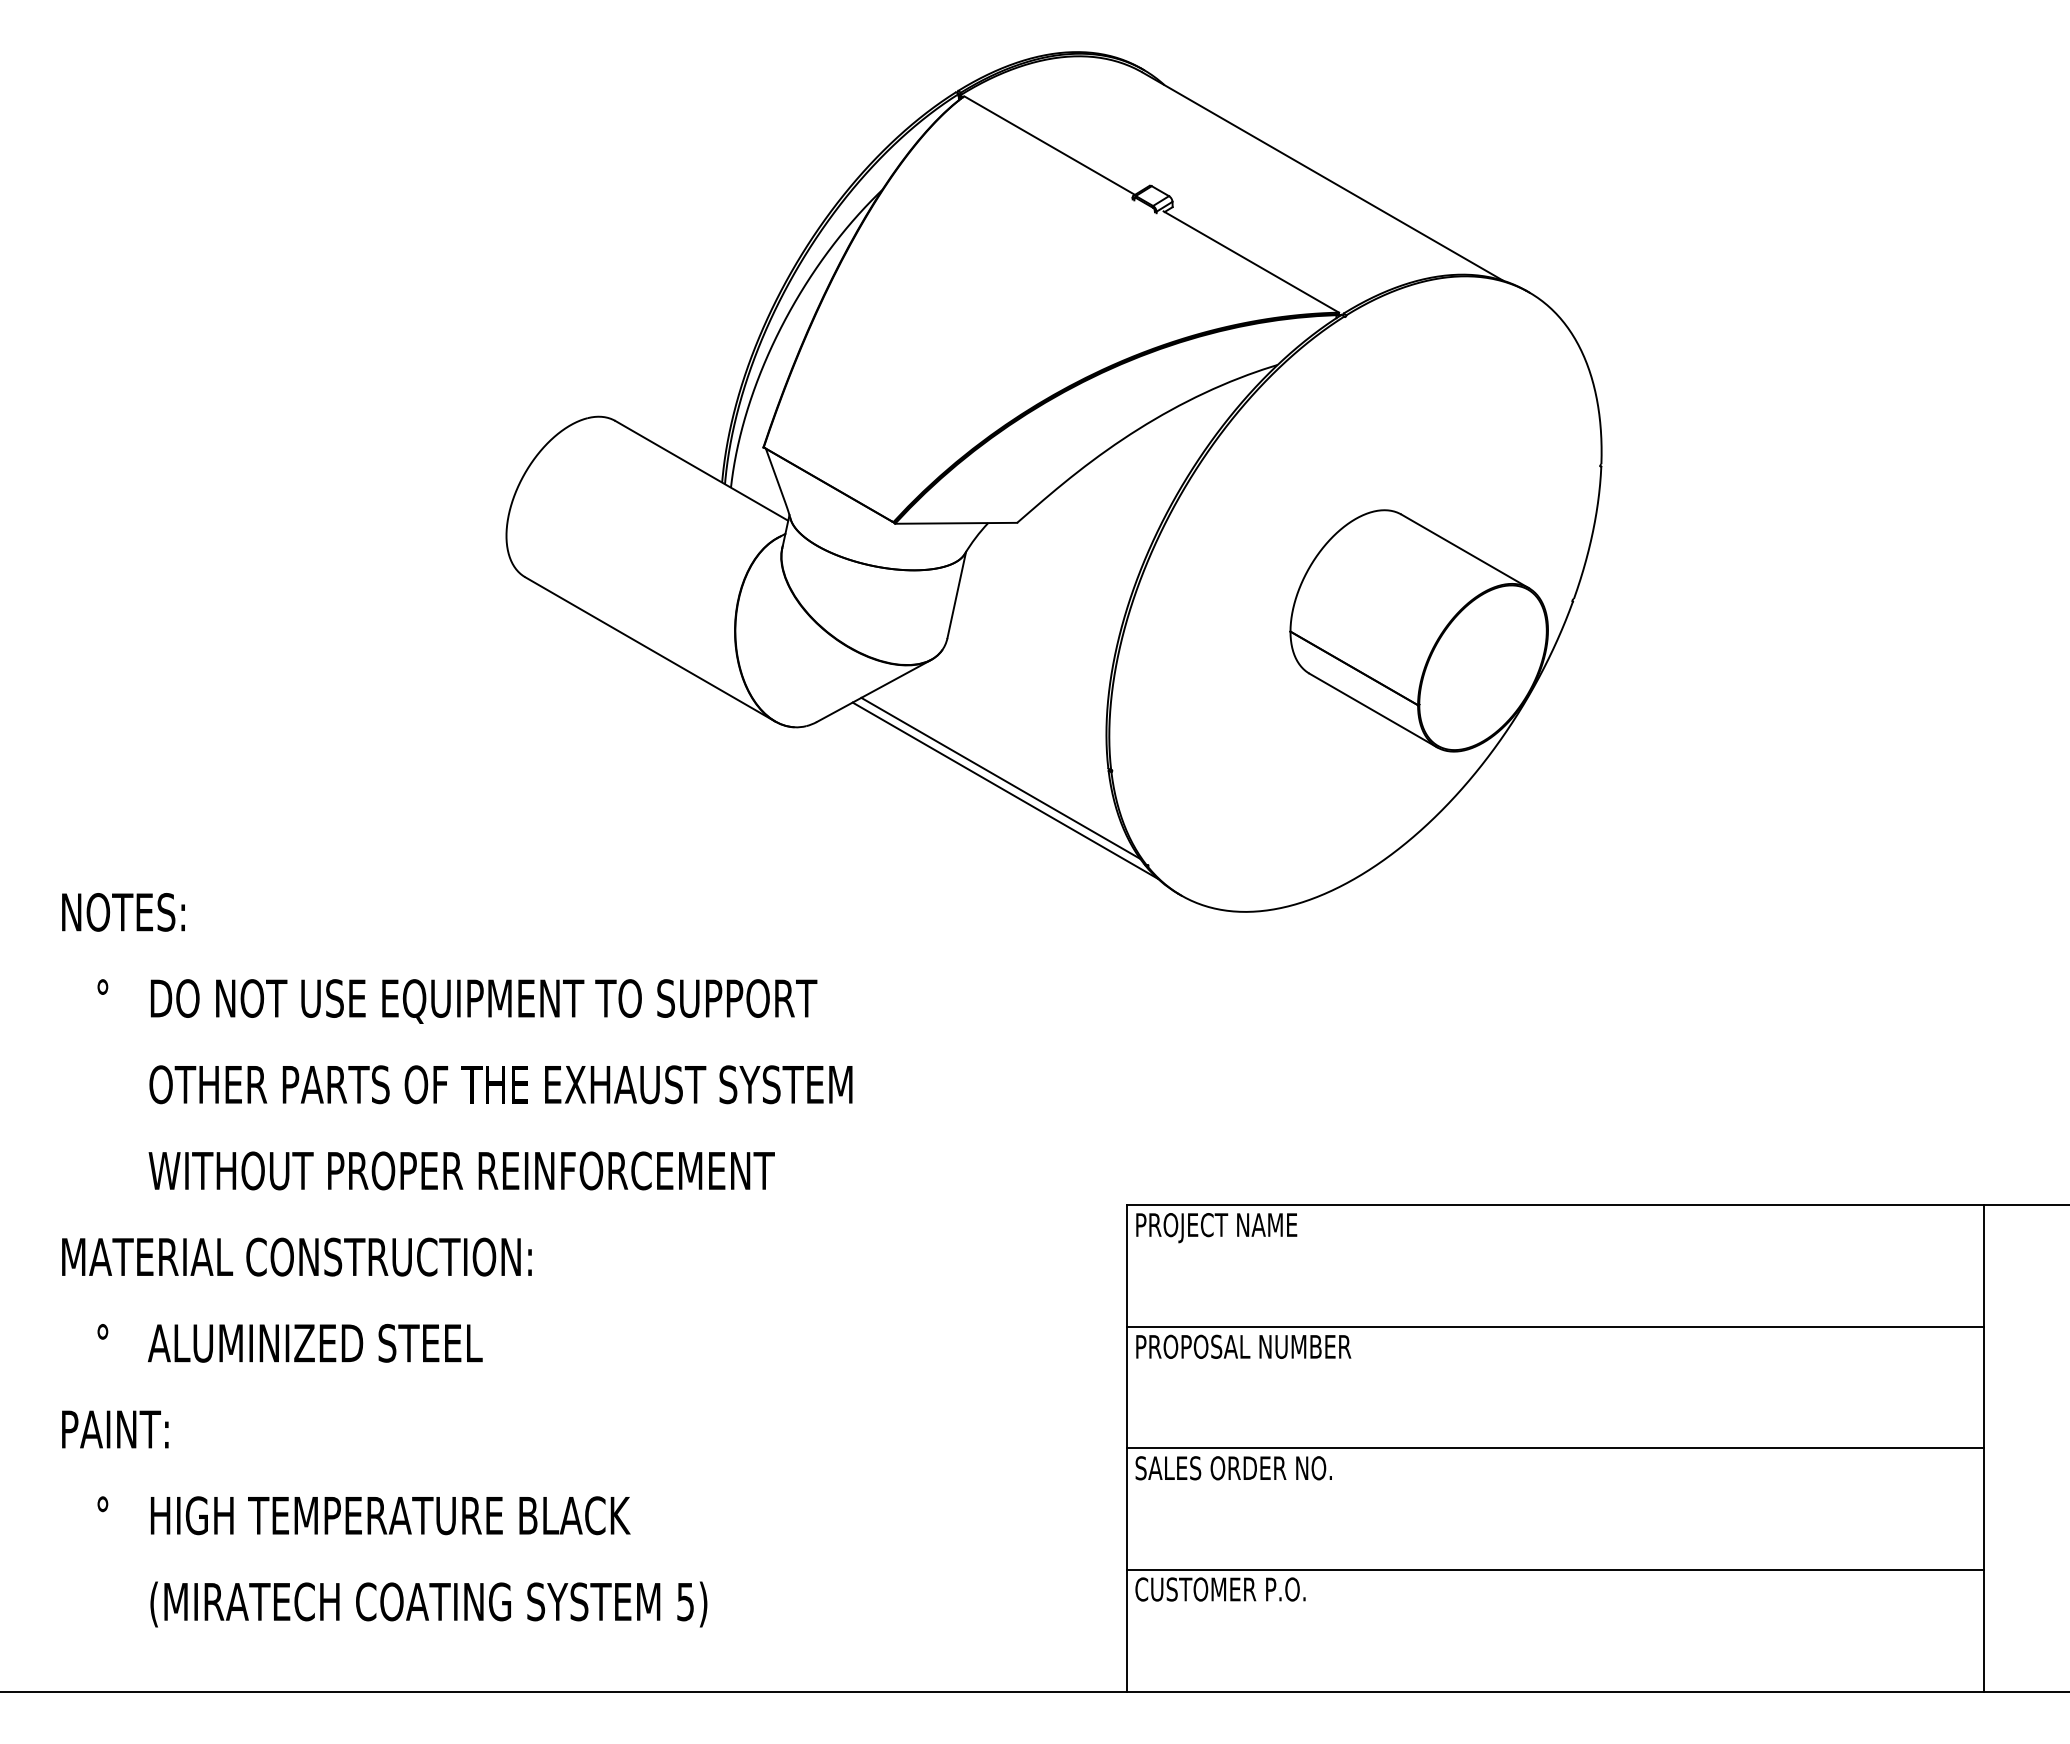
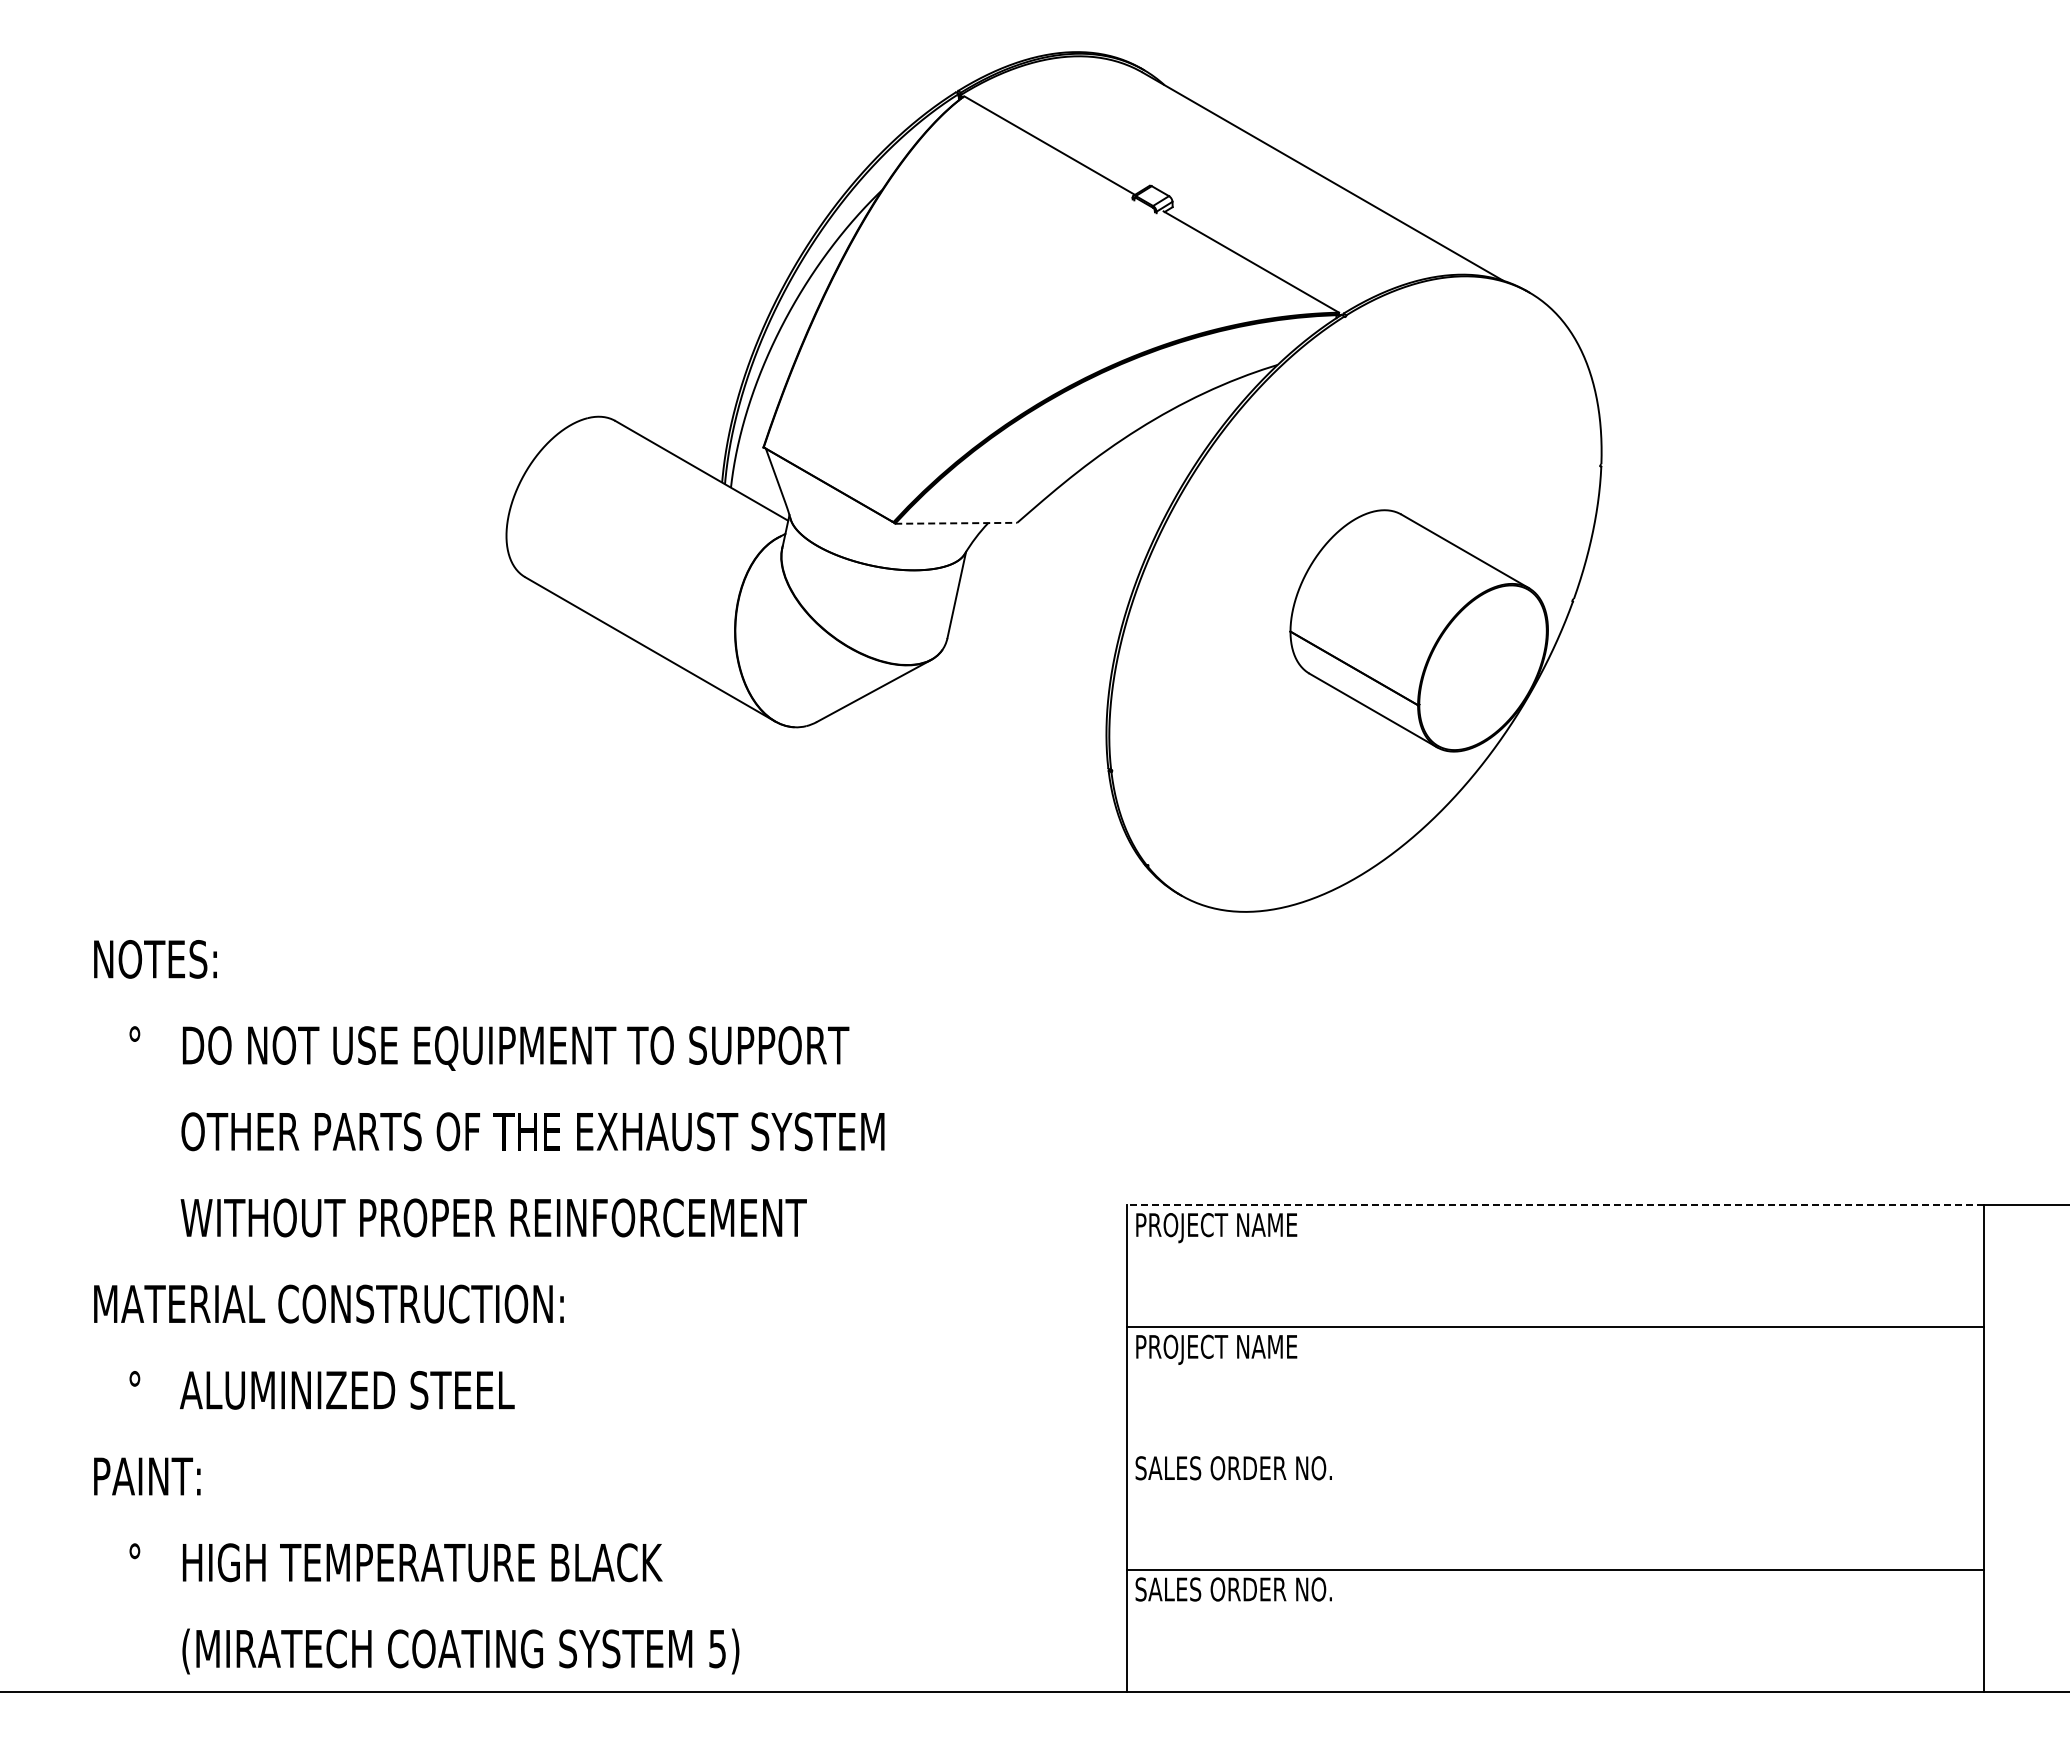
line at (956, 523): solid -> dashed
line at (1000, 777): present -> none
line at (1004, 790): present -> none
line at (1554, 1204): solid -> dashed
text at (457, 1260) position: (457, 1260) -> (489, 1307)
text at (1264, 1349): PROPOSAL NUMBER -> PROJECT NAME
line at (1554, 1448): present -> none
text at (1233, 1589): CUSTOMER P.O. -> SALES ORDER NO.
